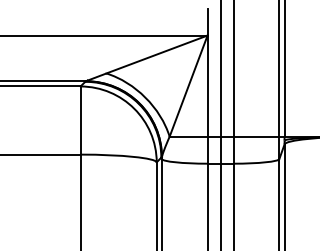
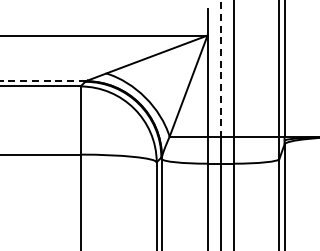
line at (220, 68): solid -> dashed
line at (42, 81): solid -> dashed
